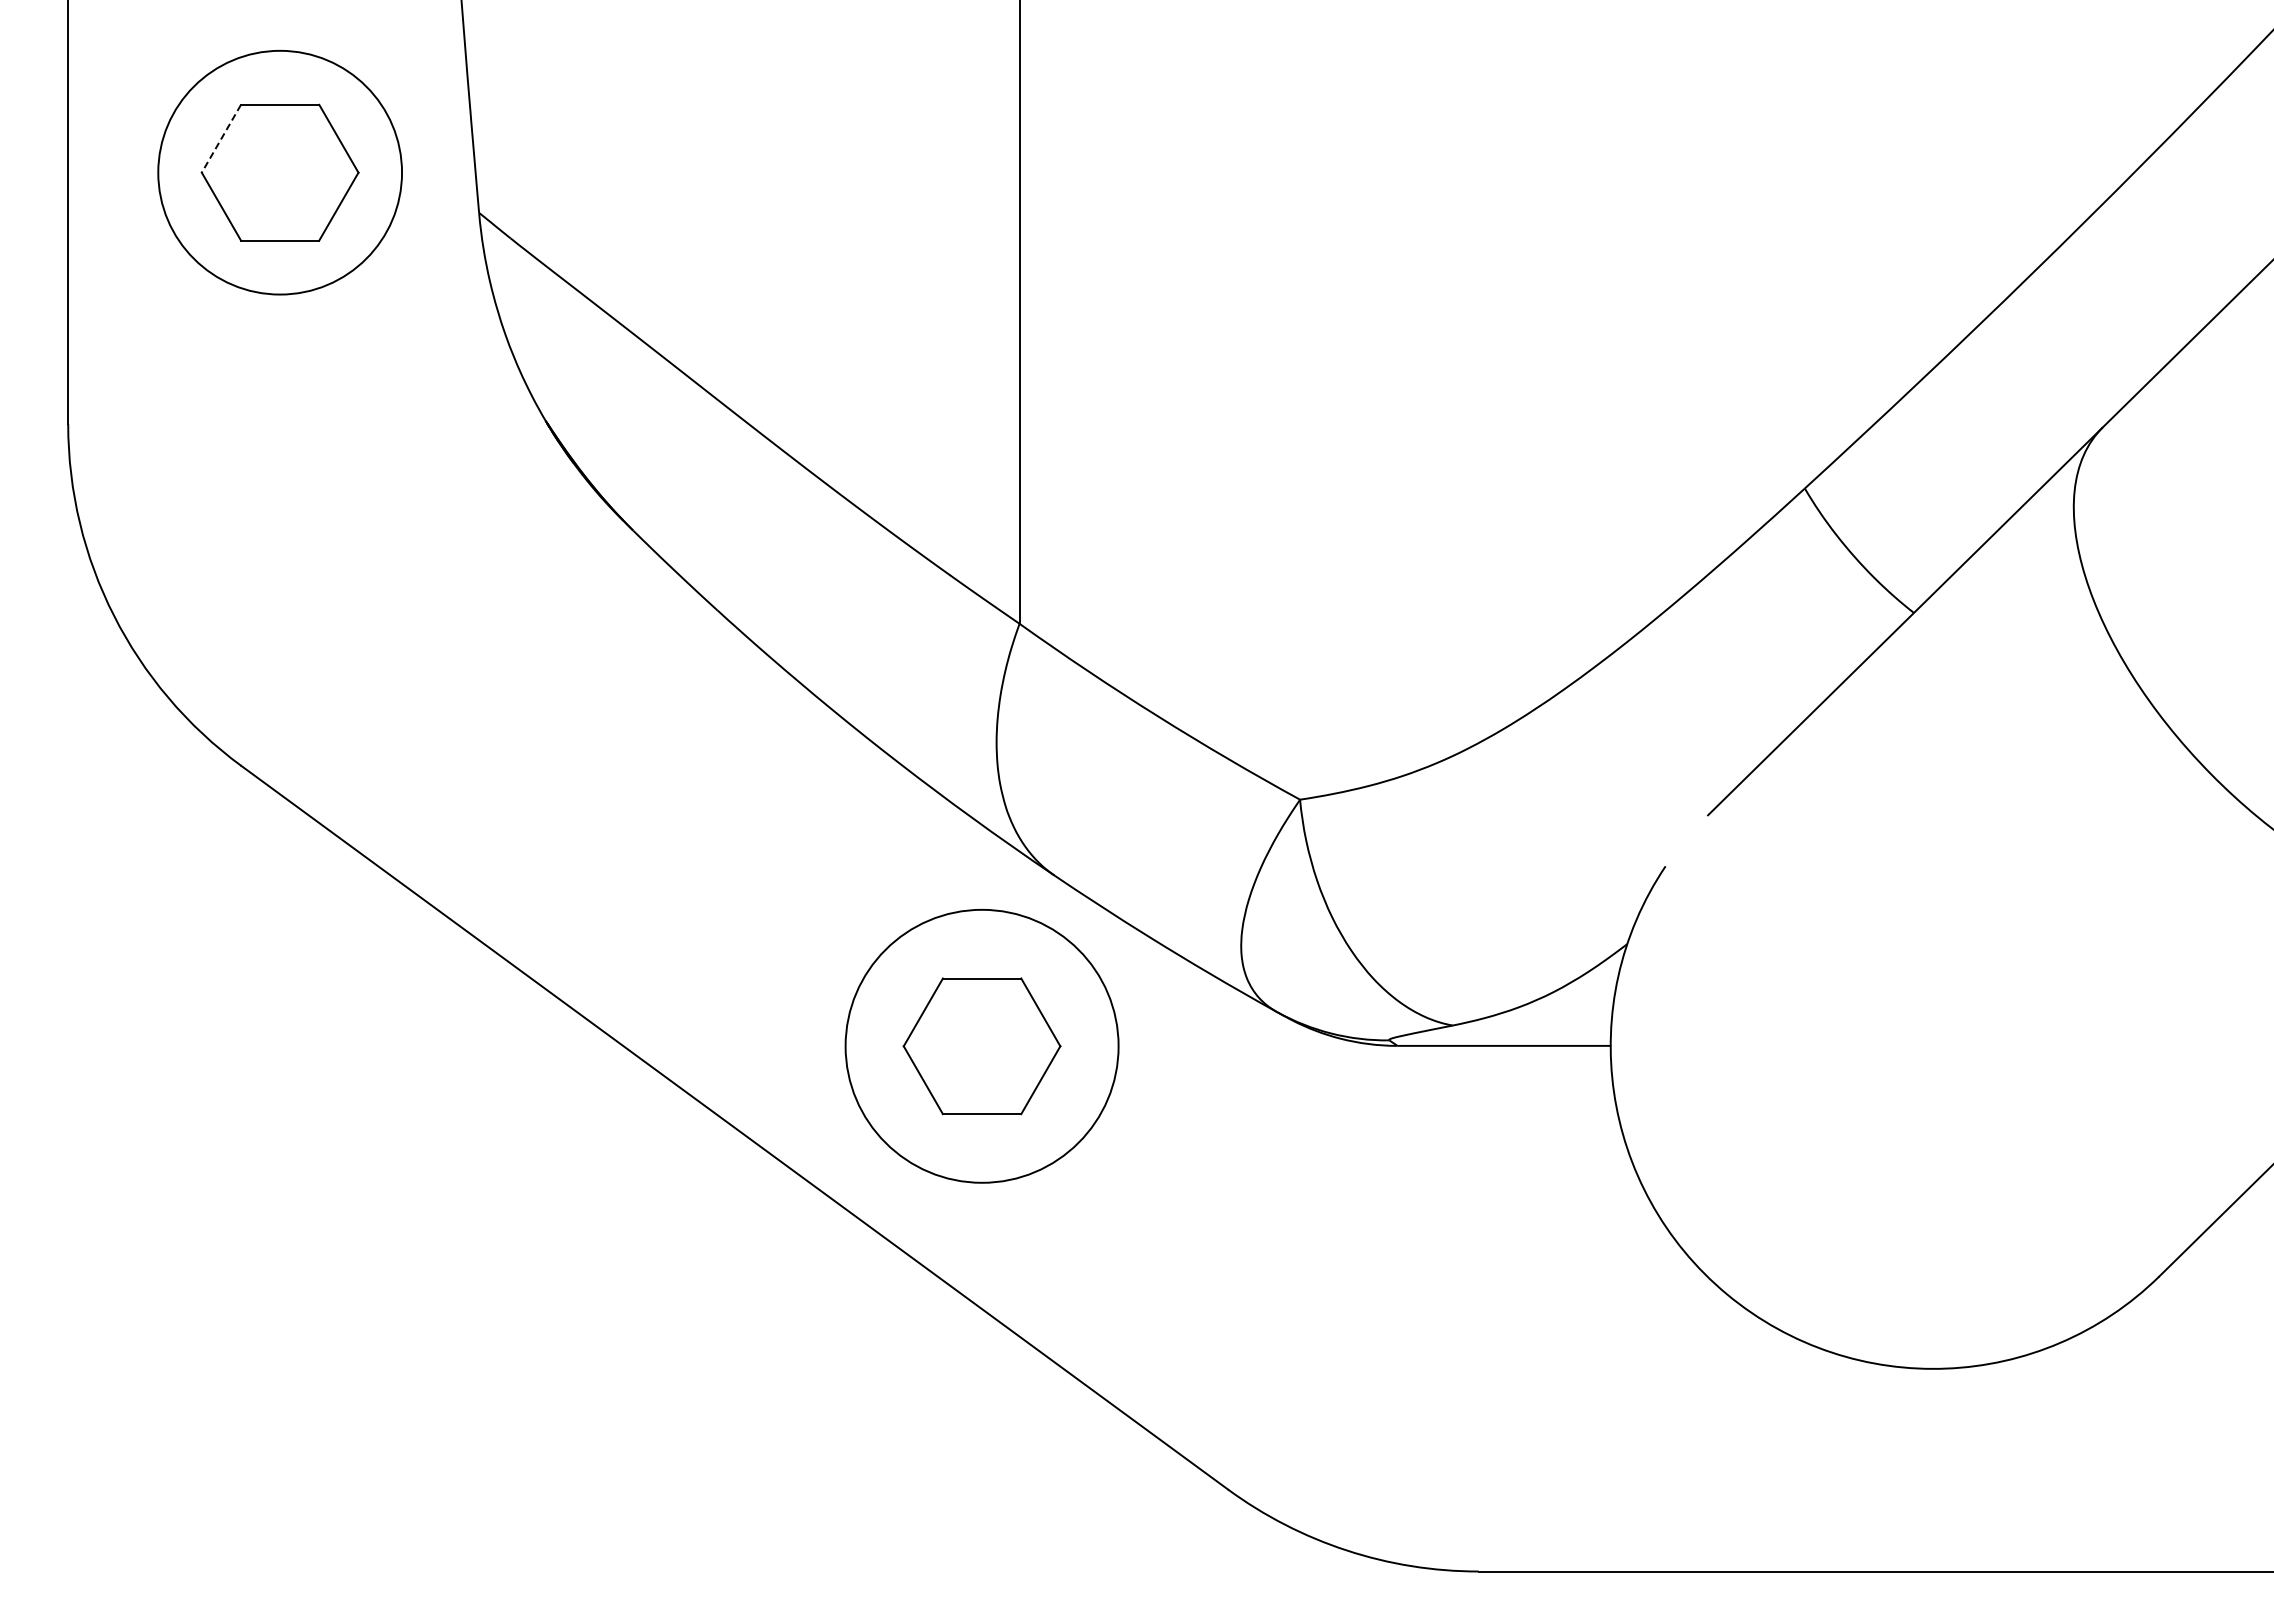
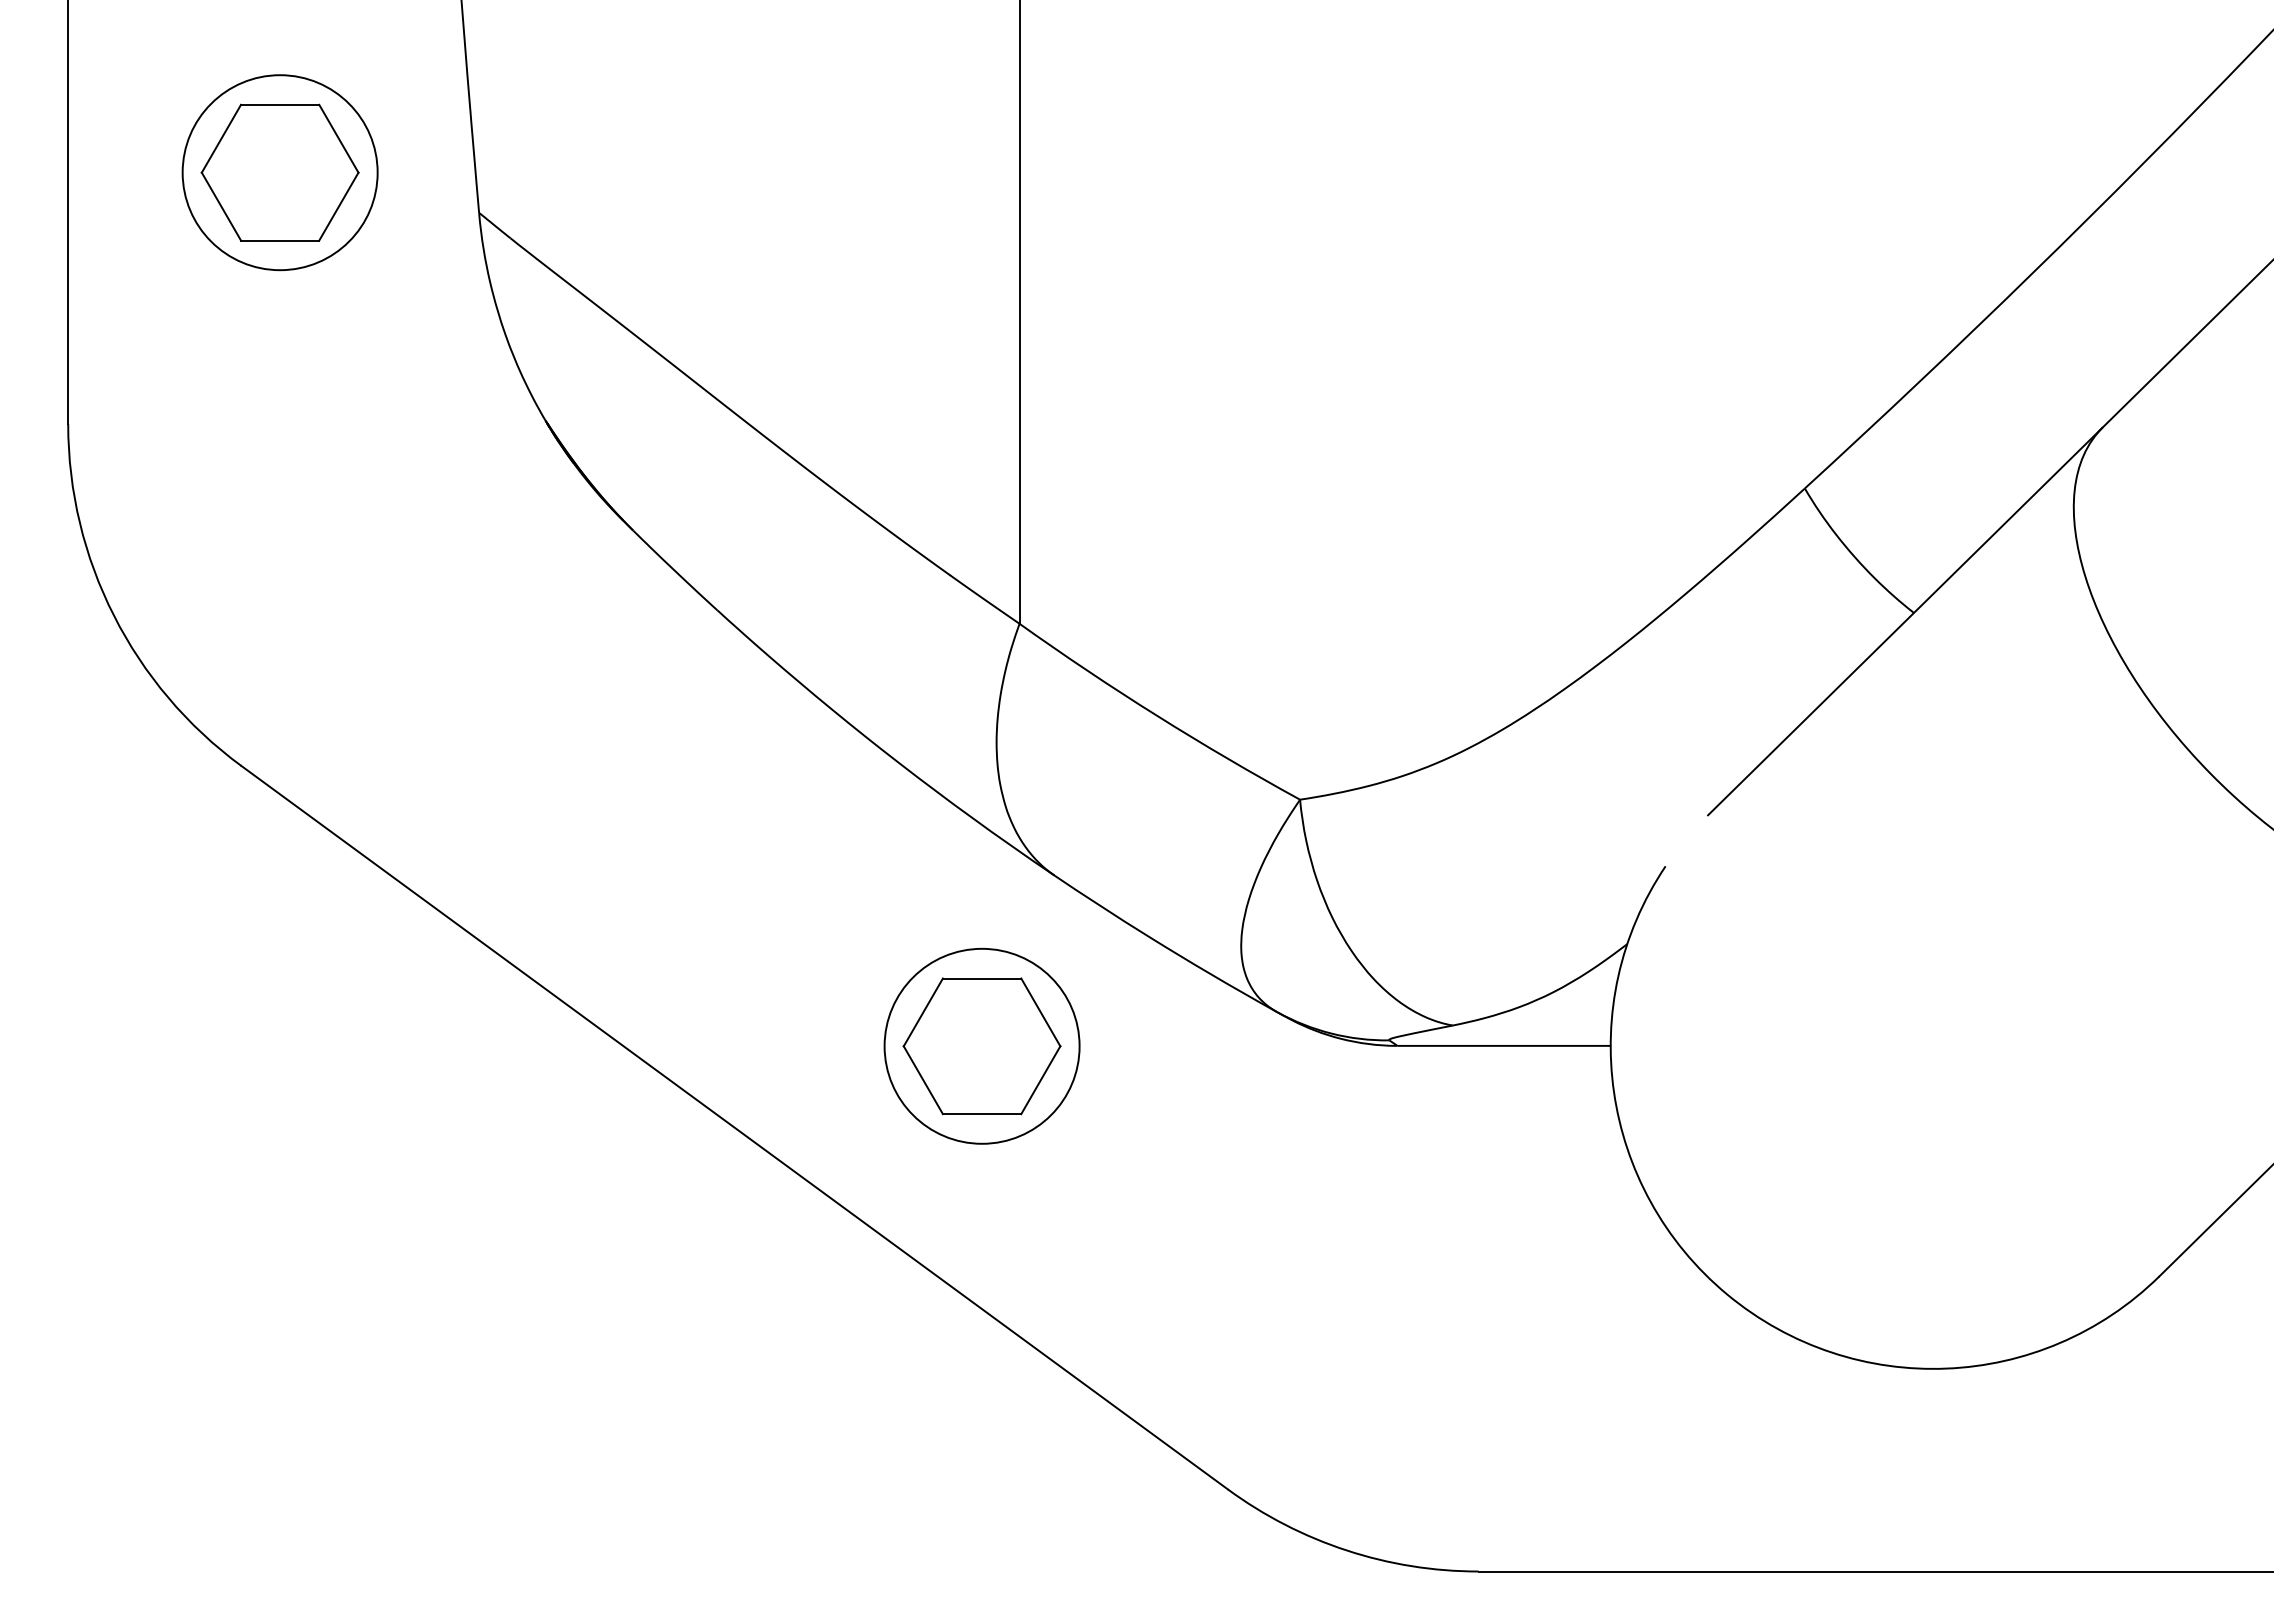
line at (221, 139): dashed -> solid
circle at (280, 172) diameter: 244 px -> 195 px
circle at (981, 1045) diameter: 273 px -> 195 px
